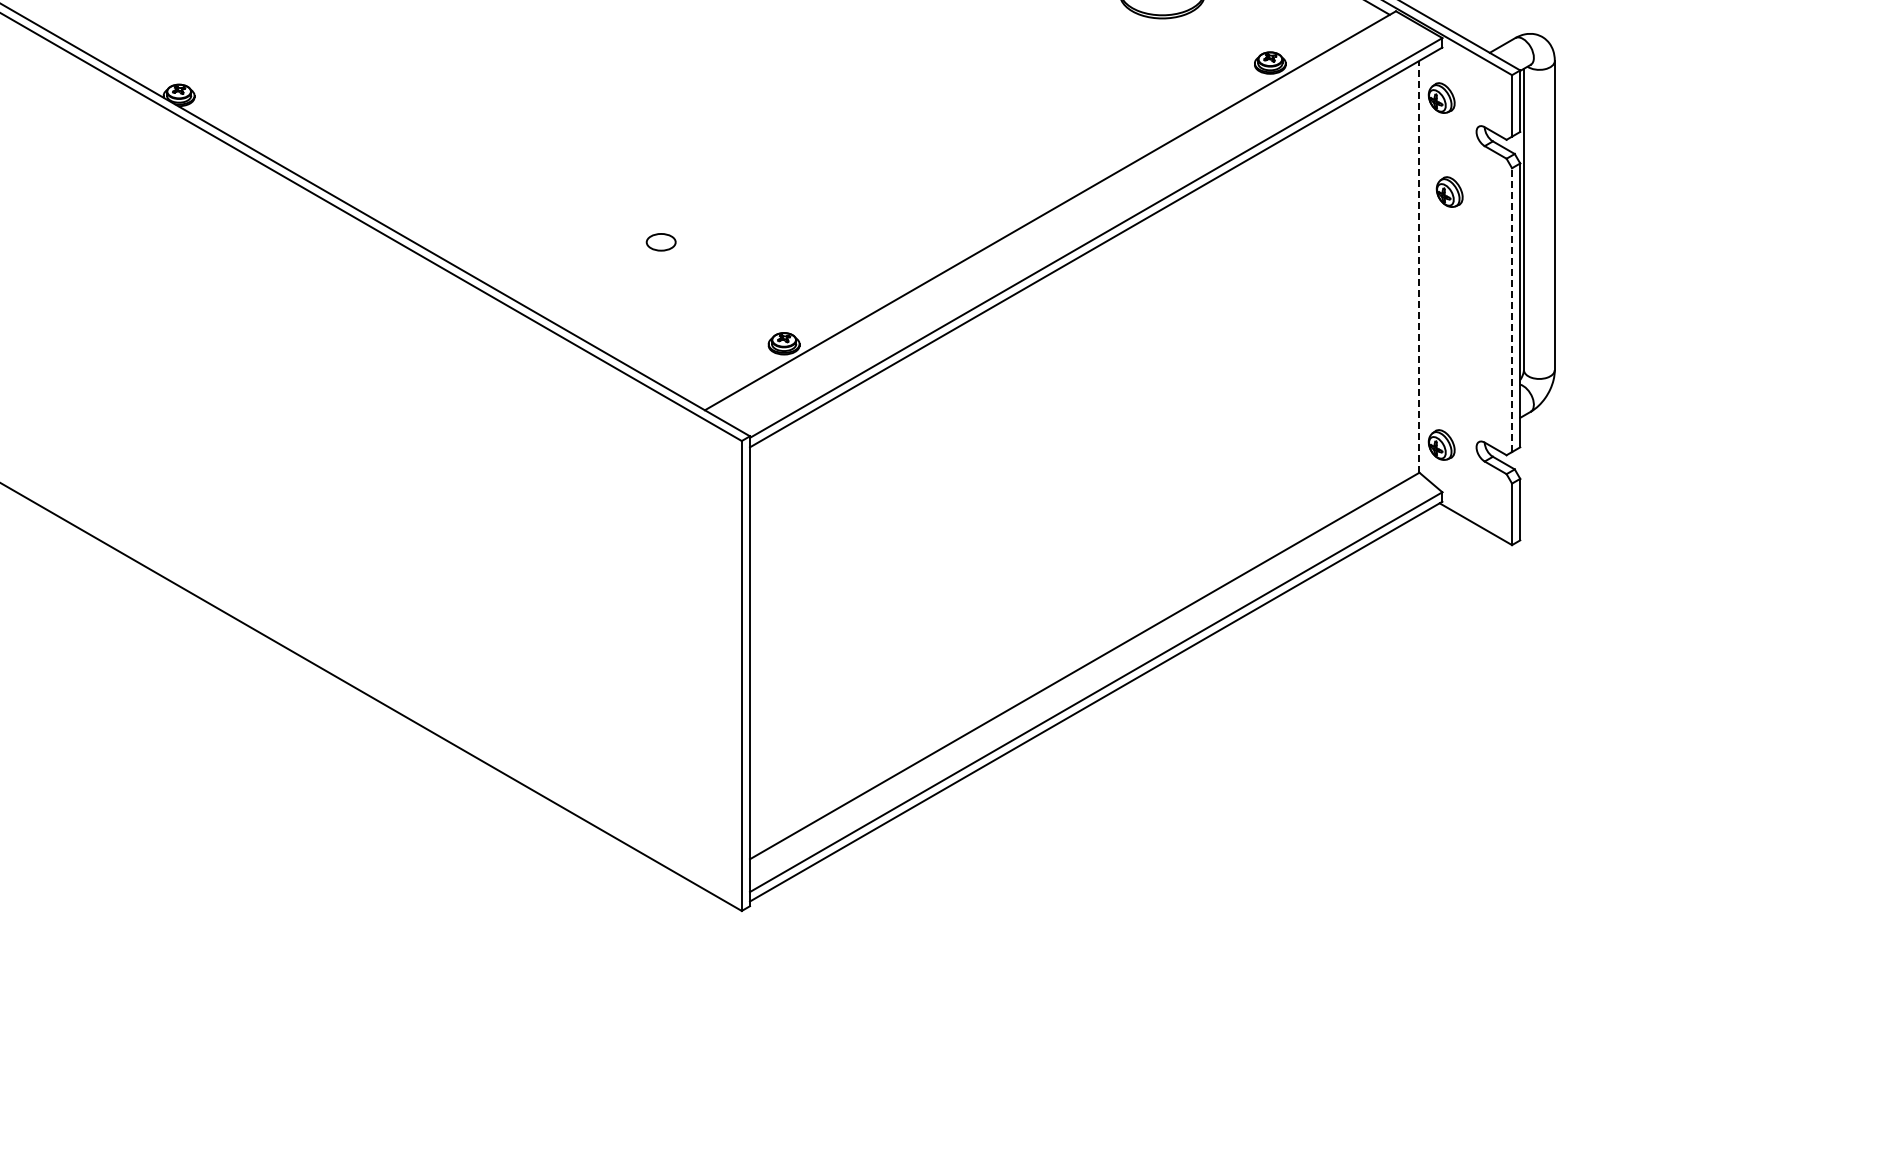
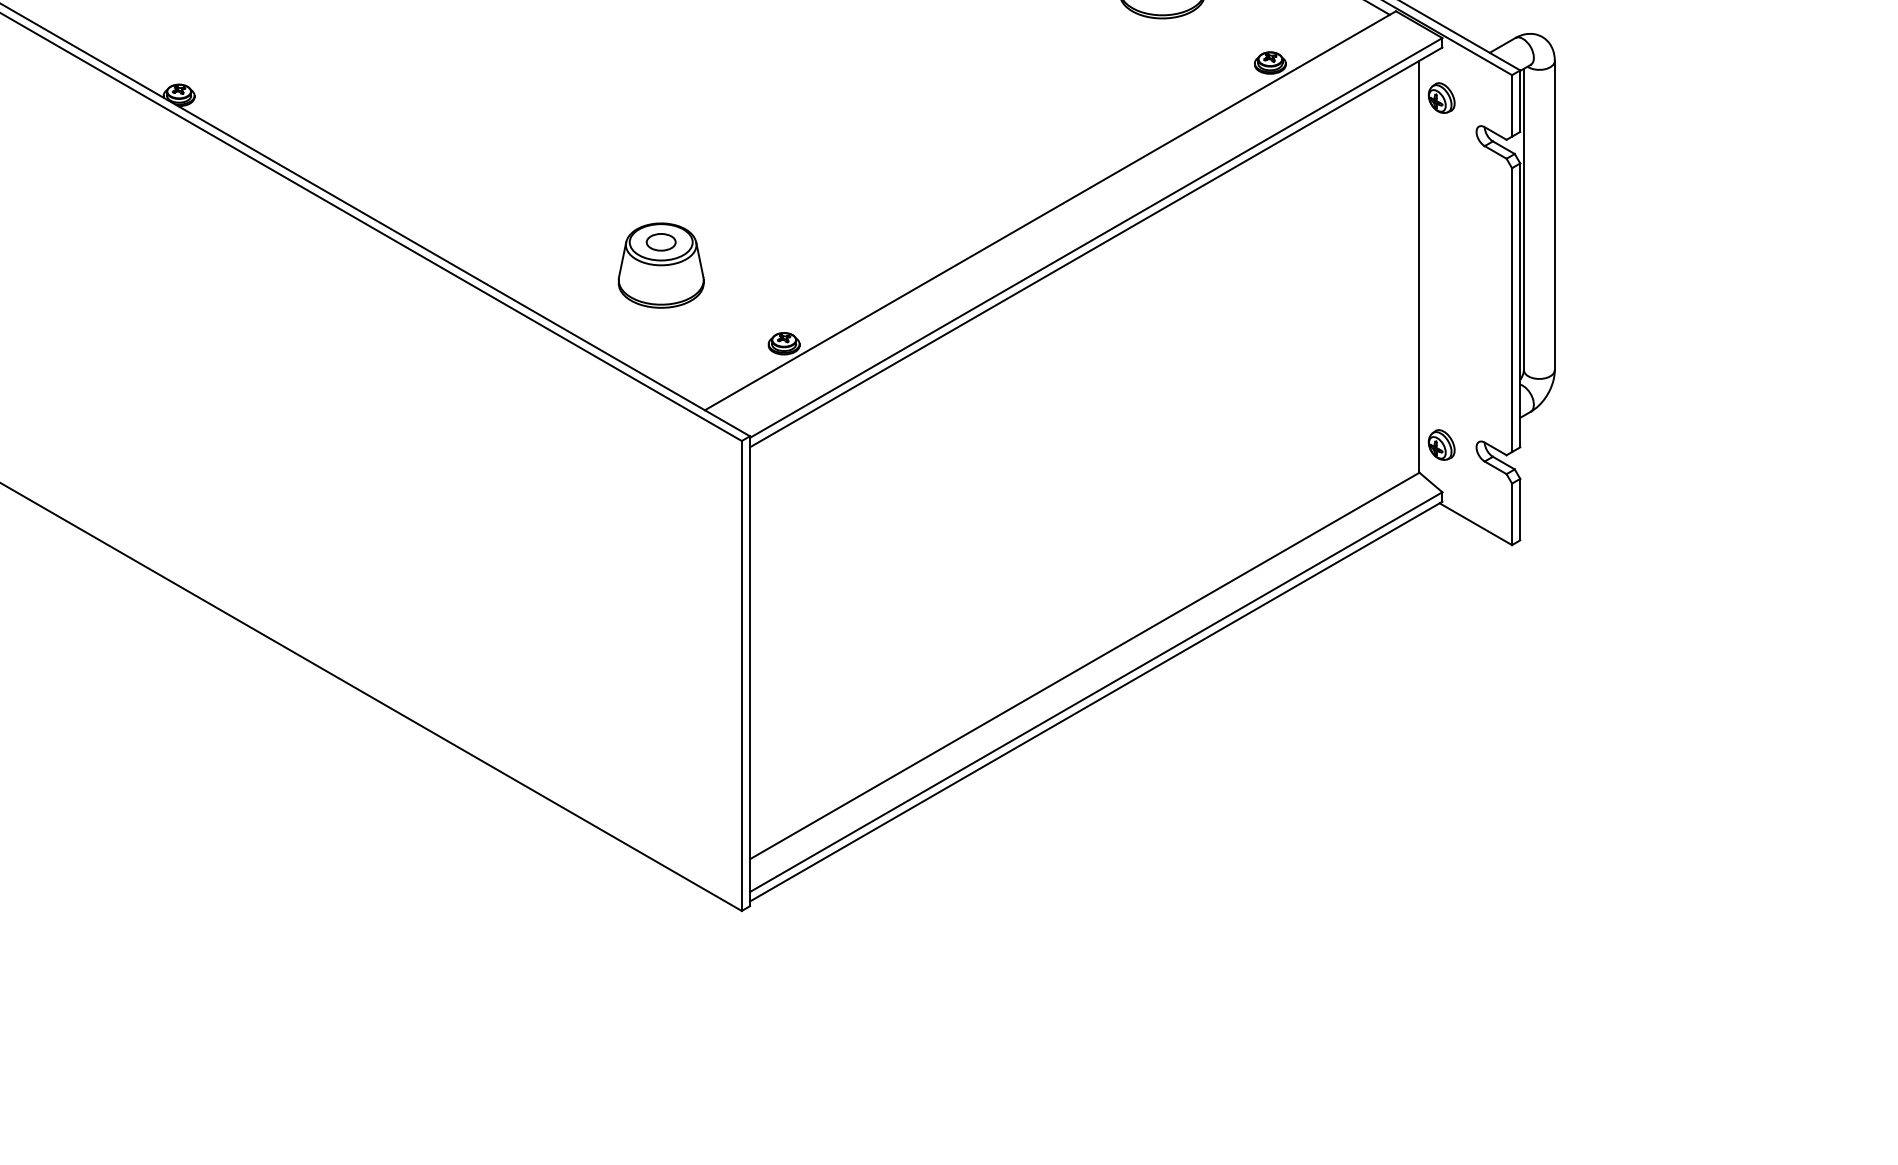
part at (1449, 191): present -> none
part at (660, 265): none -> present
line at (1419, 266): dashed -> solid
line at (1512, 310): dashed -> solid
